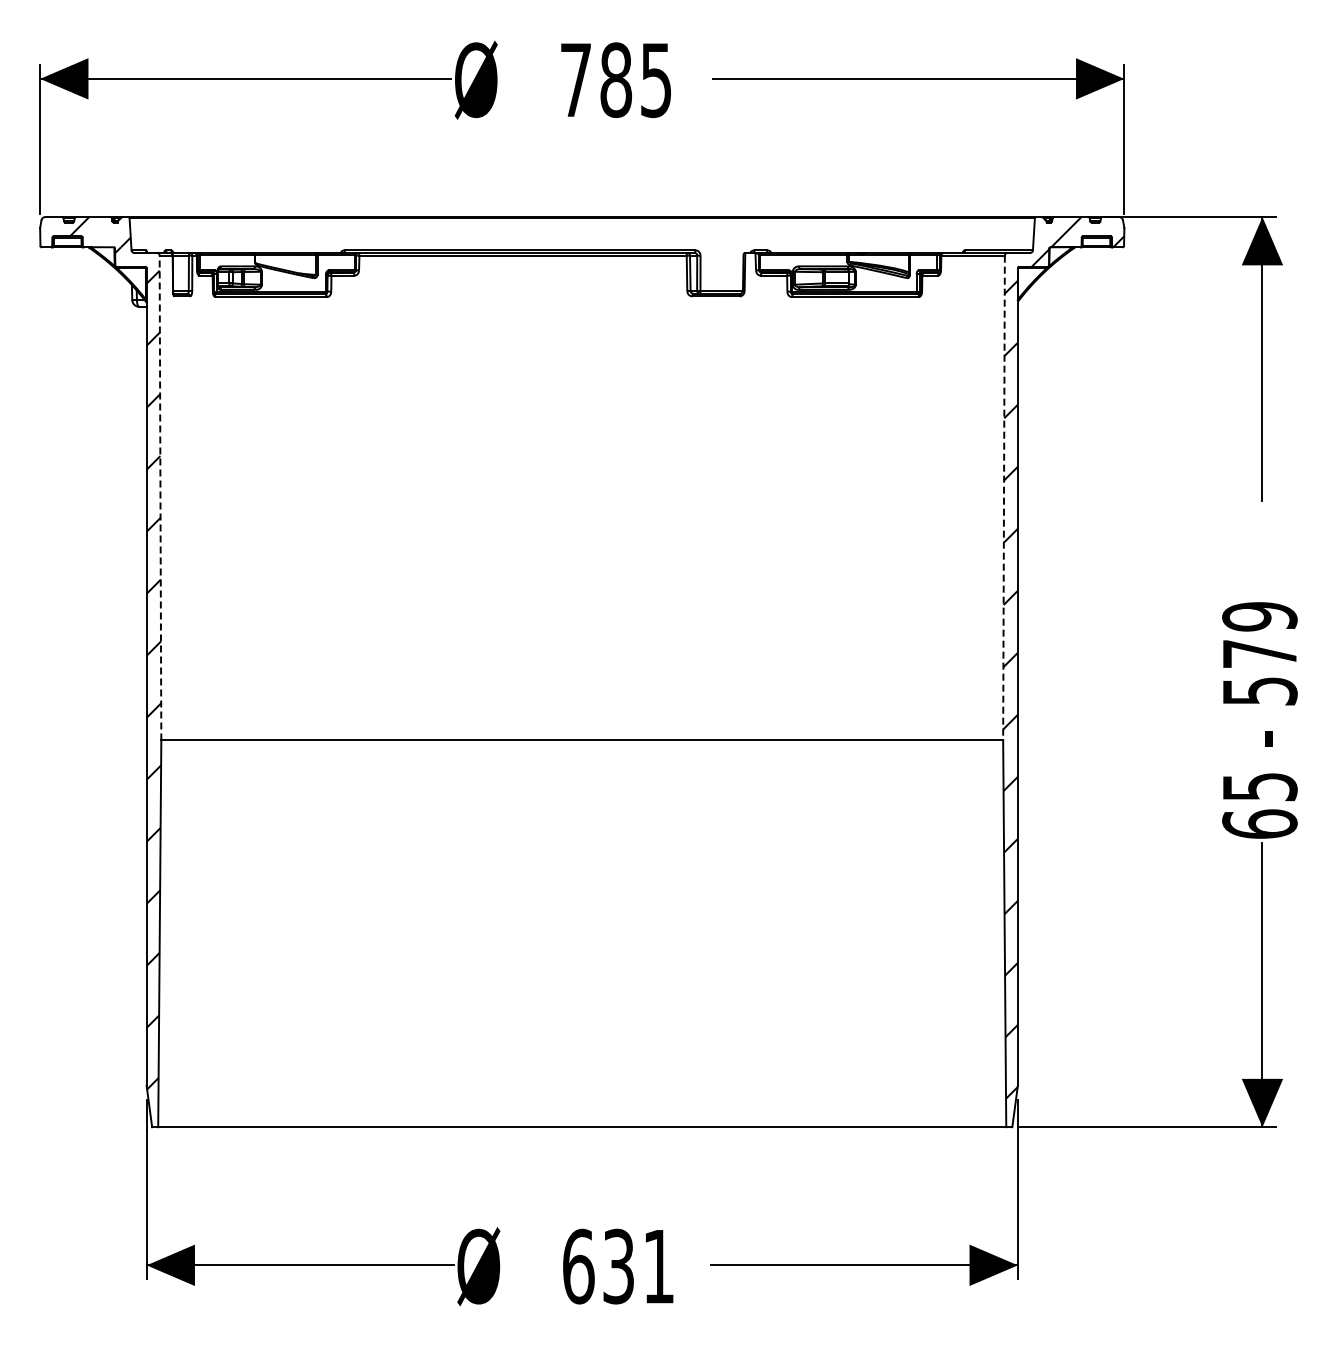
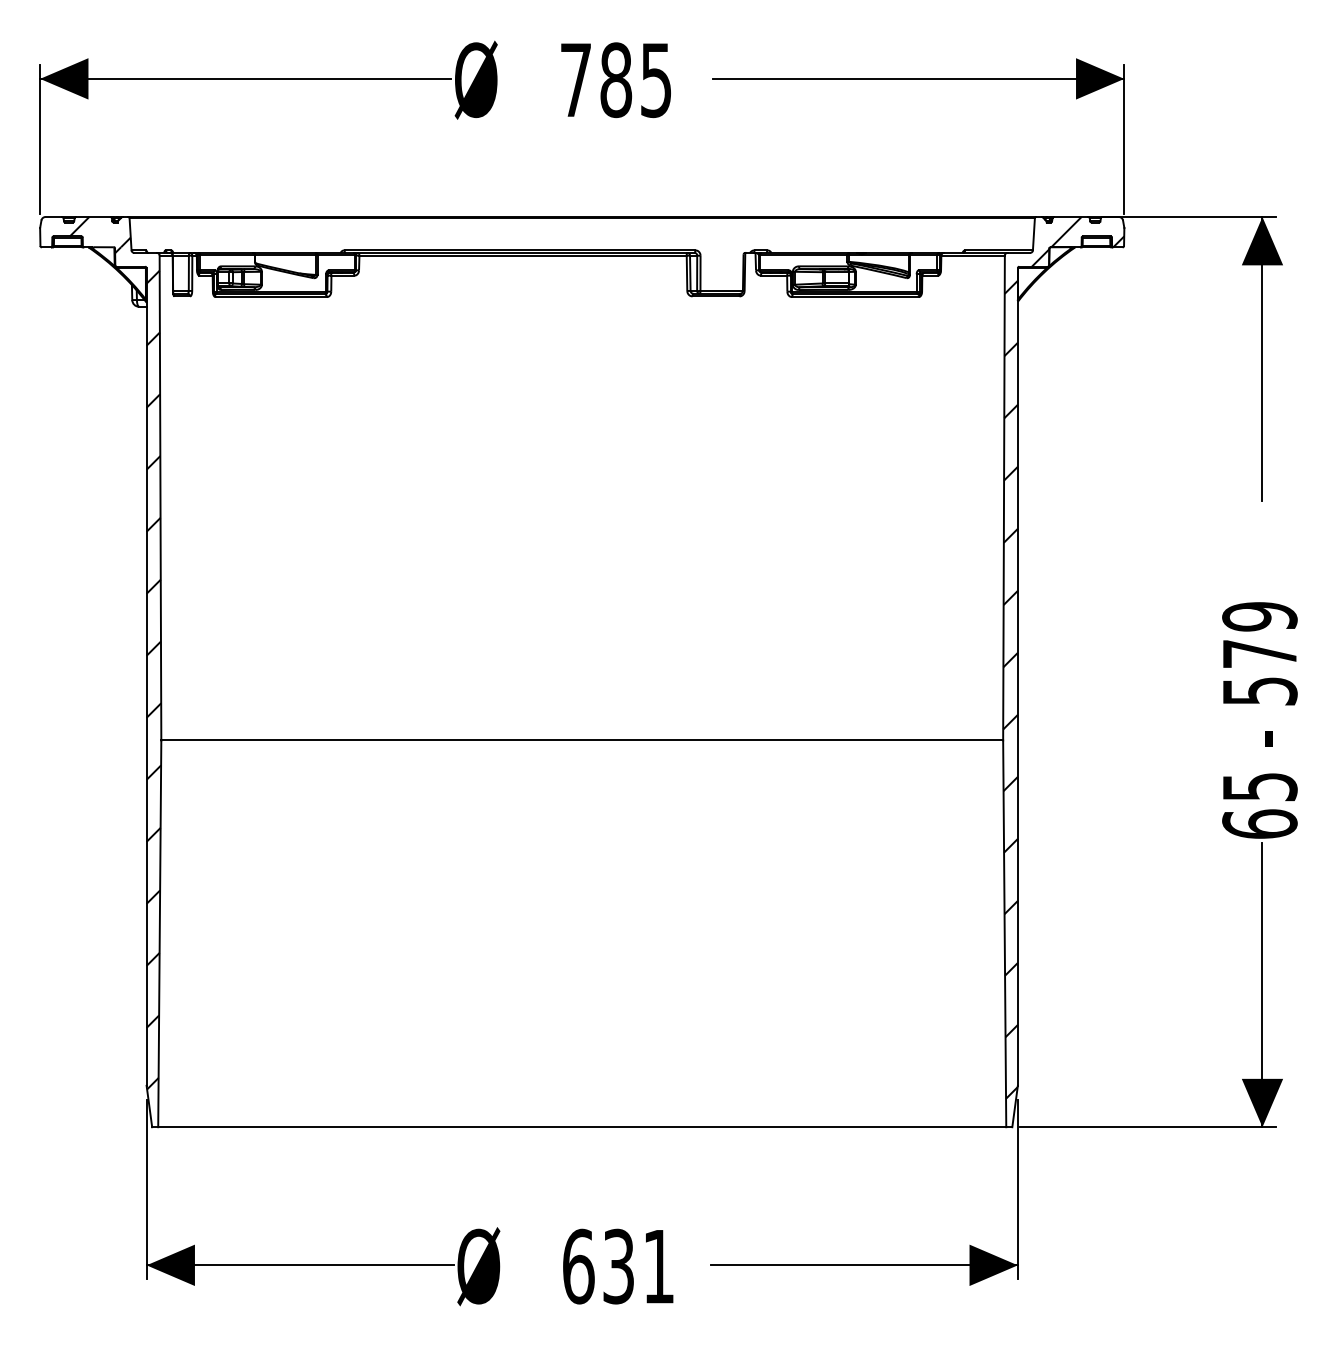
line at (160, 497): dashed -> solid
line at (1004, 498): dashed -> solid
